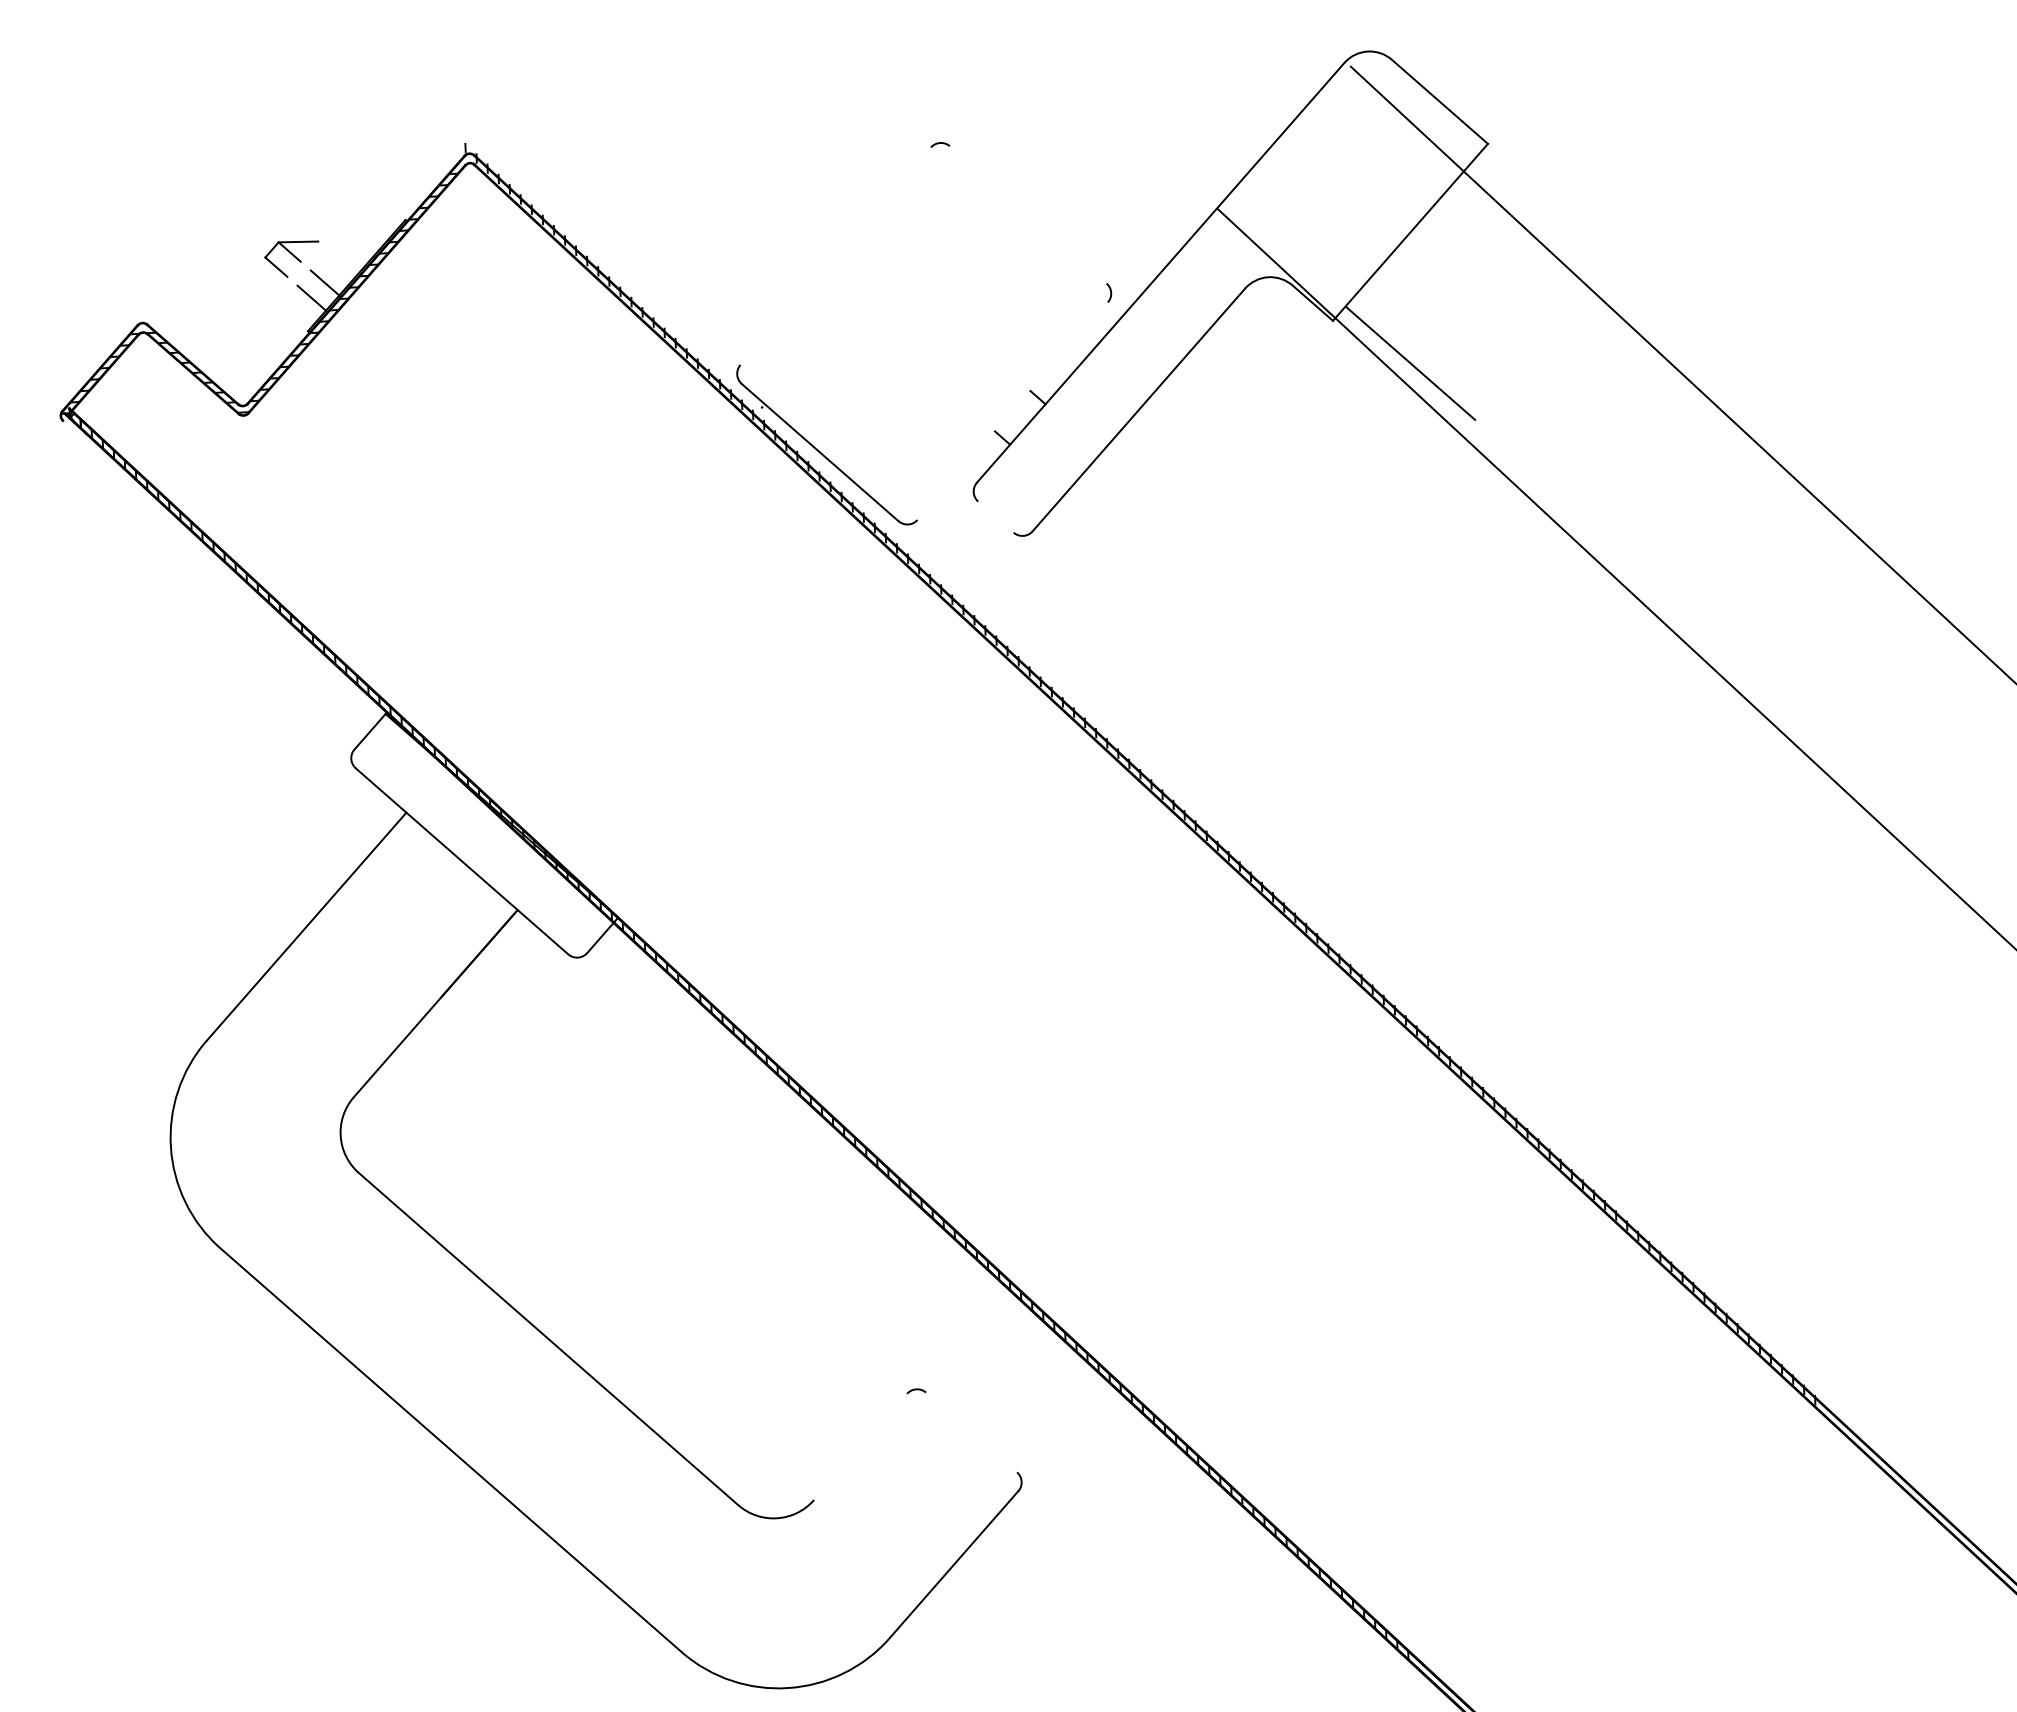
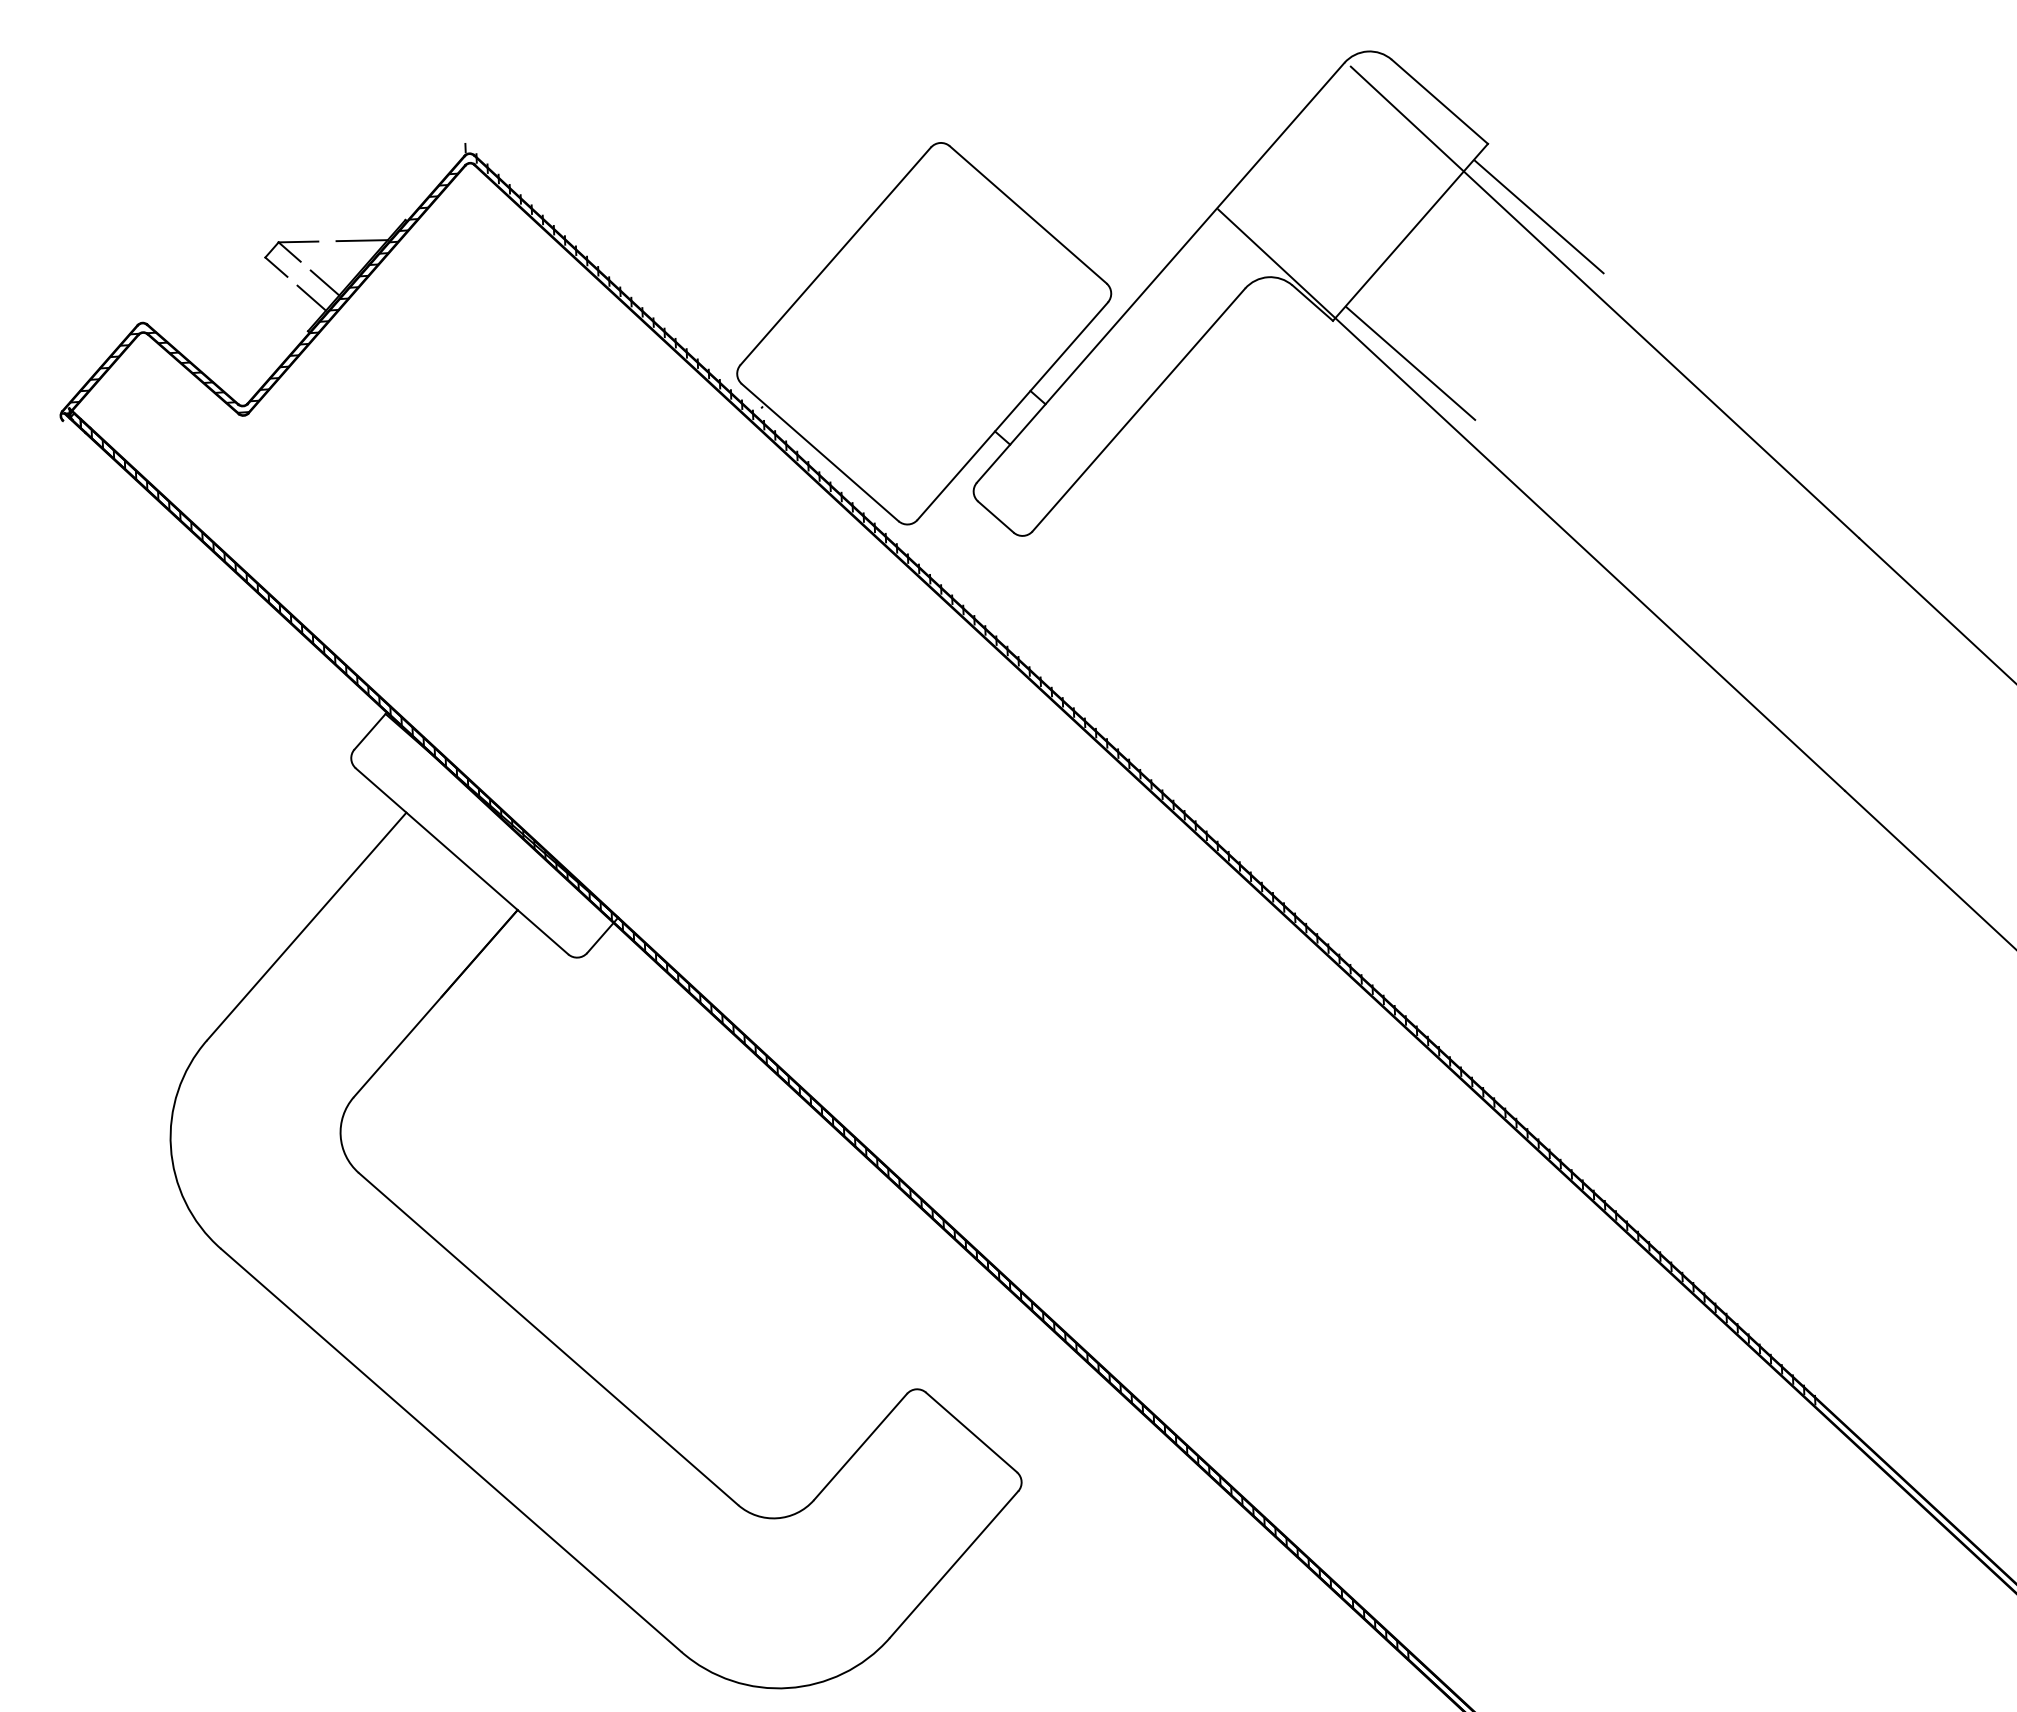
line at (1027, 214): none -> present
line at (1539, 216): none -> present
line at (361, 240): none -> present
line at (835, 255): none -> present
line at (1012, 410): none -> present
line at (995, 516): none -> present
line at (971, 1432): none -> present
line at (860, 1446): none -> present
